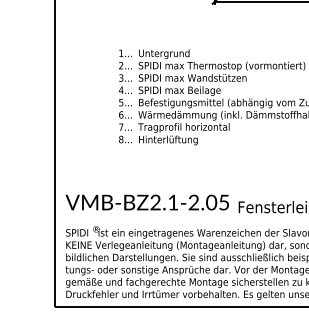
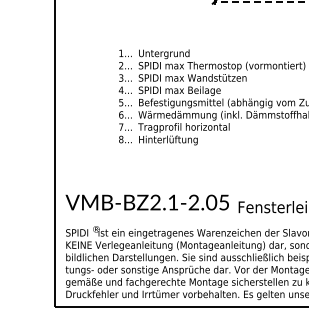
line at (261, 1): solid -> dashed
